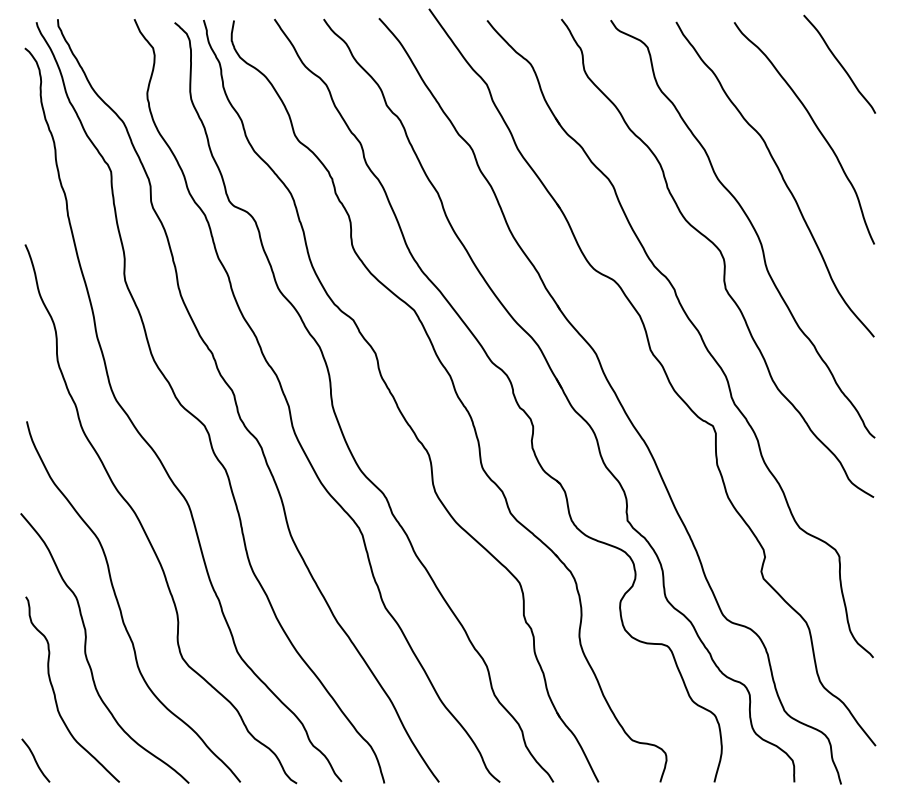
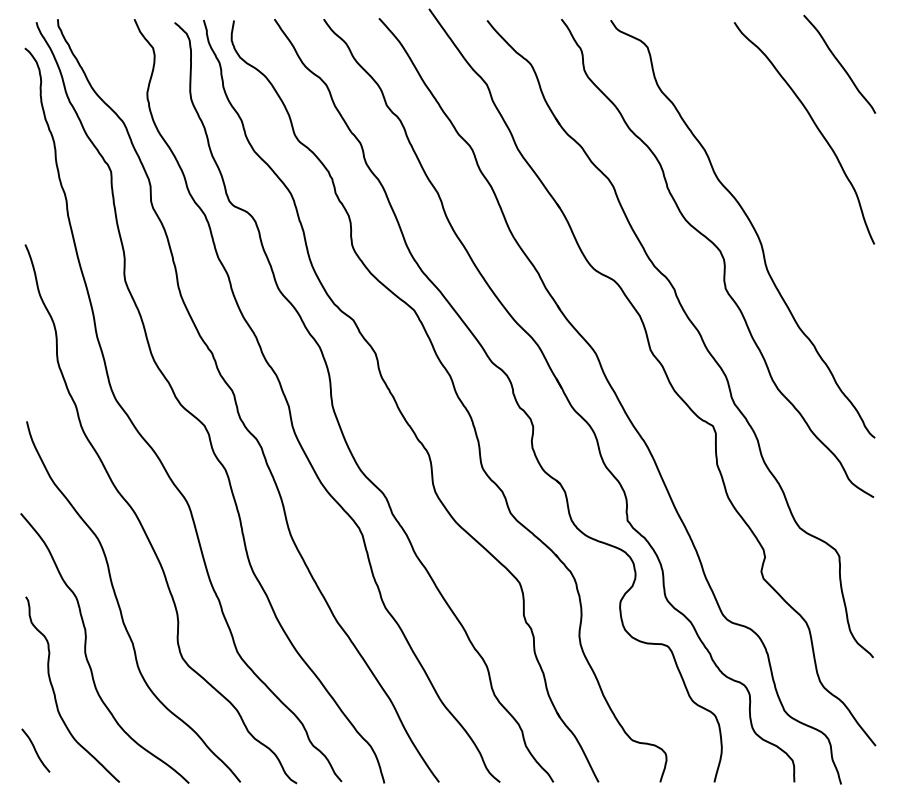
curve at (780, 175): present -> none
curve at (35, 760) position: (35, 760) -> (35, 750)
